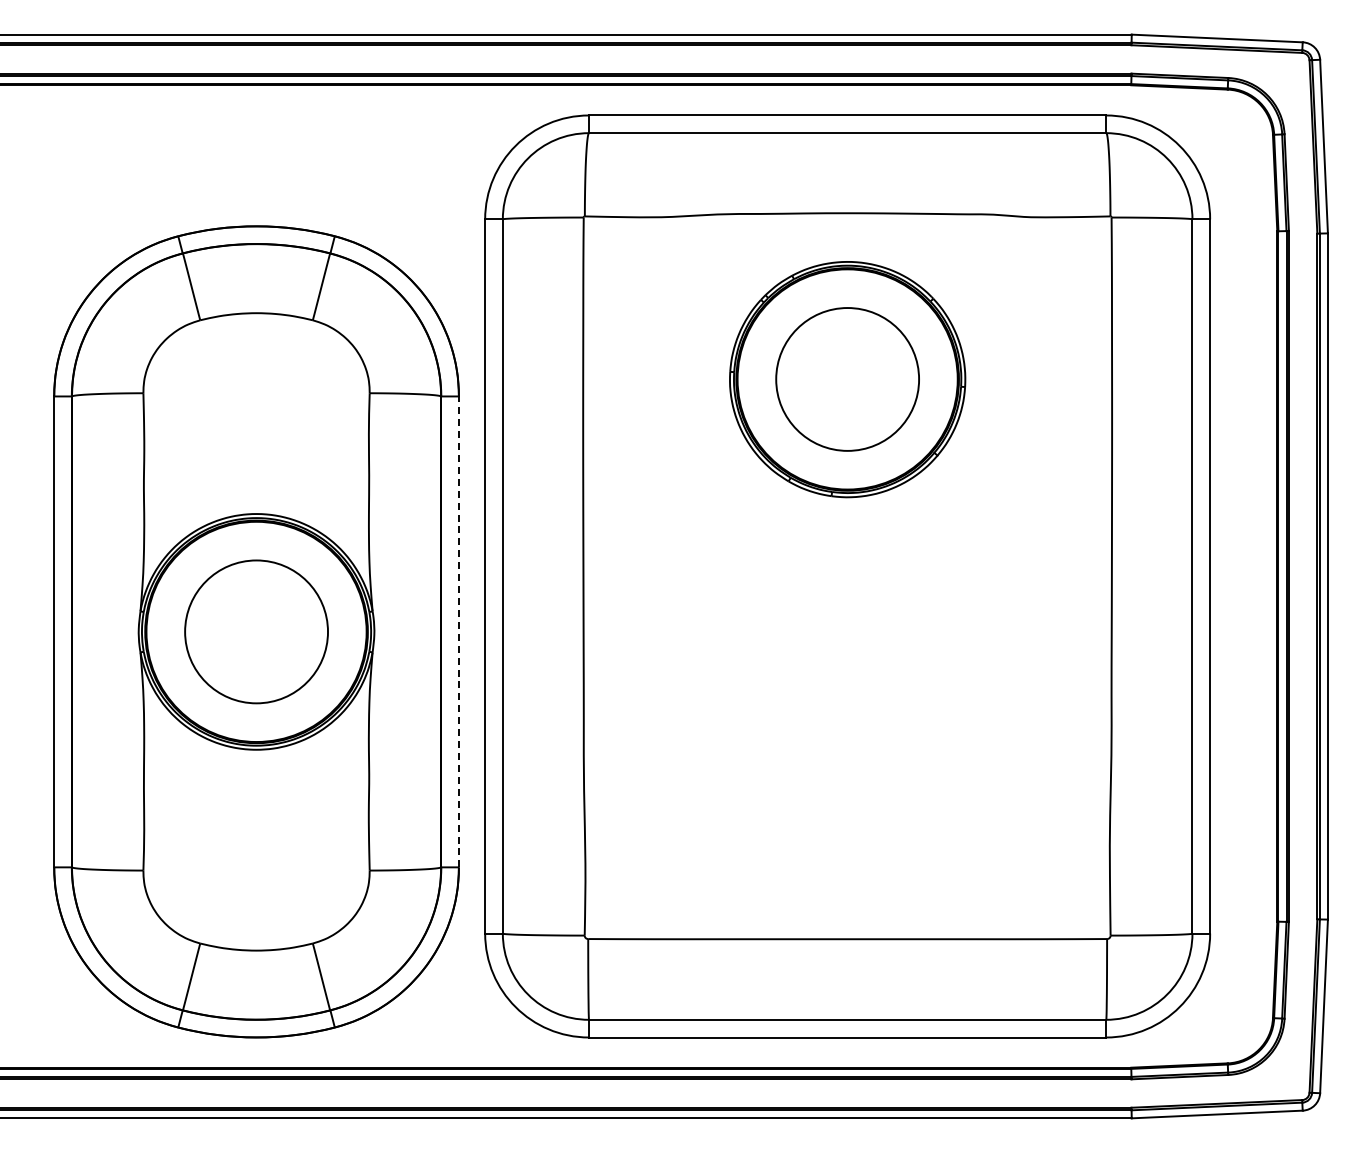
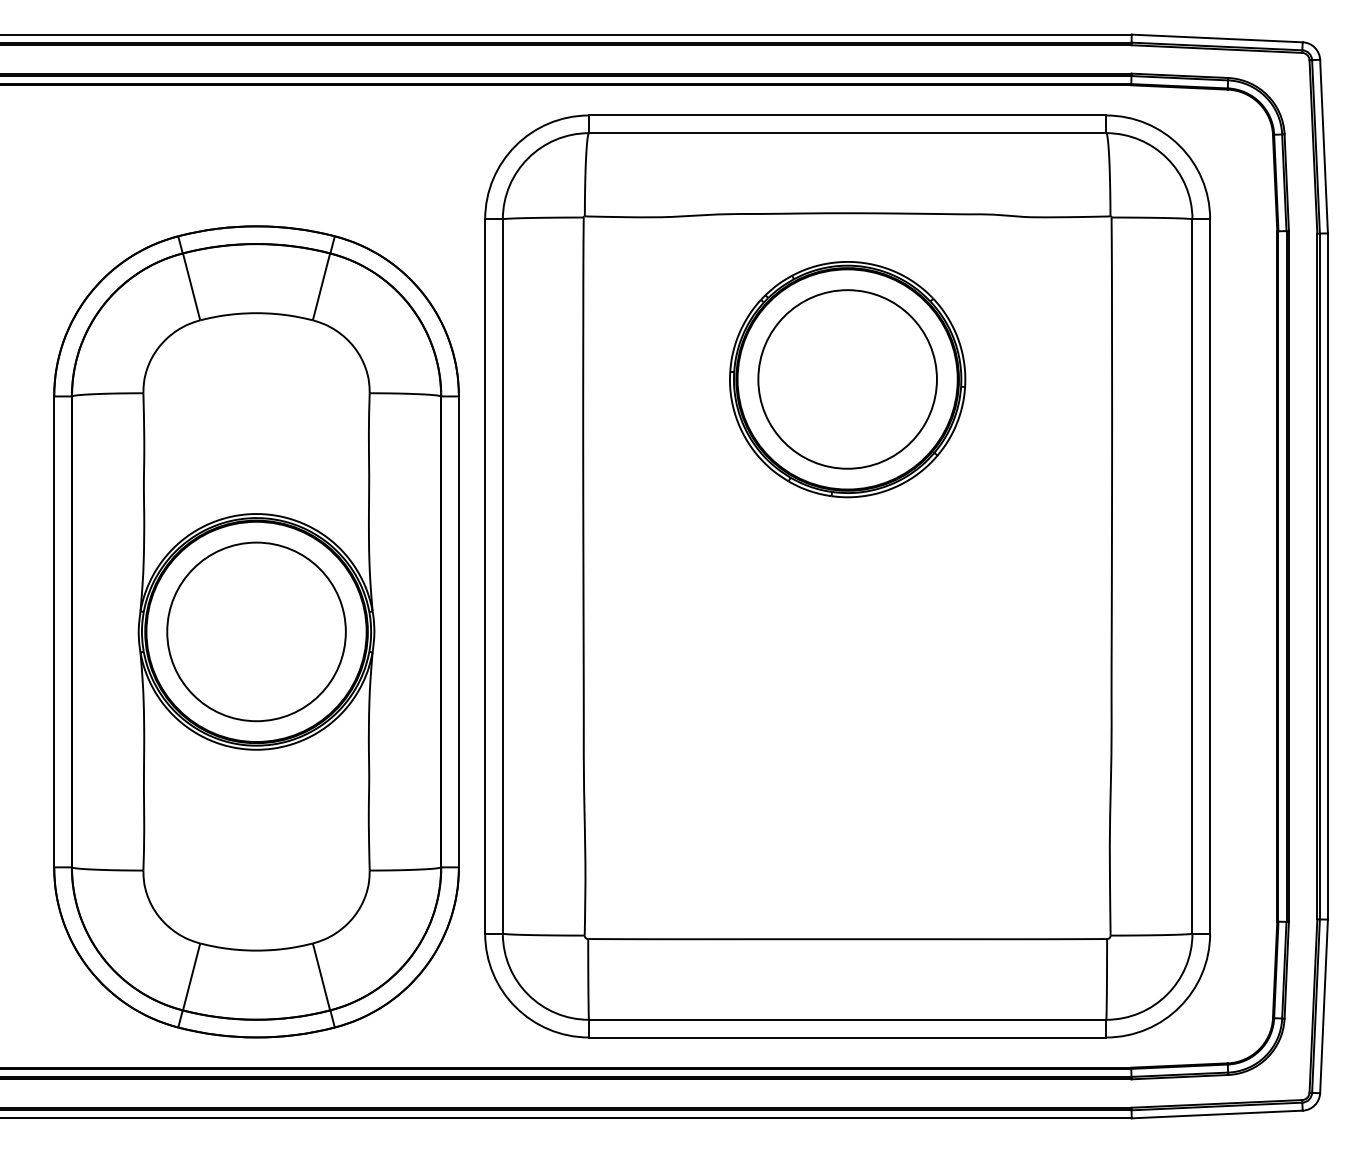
circle at (847, 379) diameter: 143 px -> 179 px
circle at (256, 631) diameter: 143 px -> 179 px
line at (458, 631): dashed -> solid
